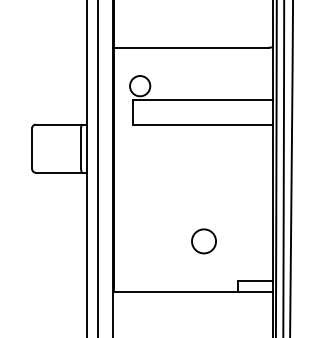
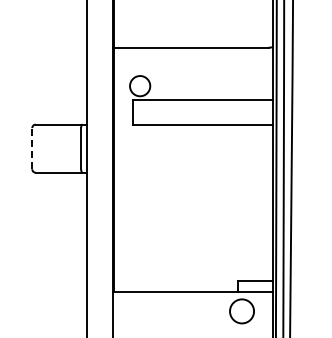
line at (32, 148): solid -> dashed
line at (97, 168): present -> none
part at (203, 241) position: (203, 241) -> (241, 311)
